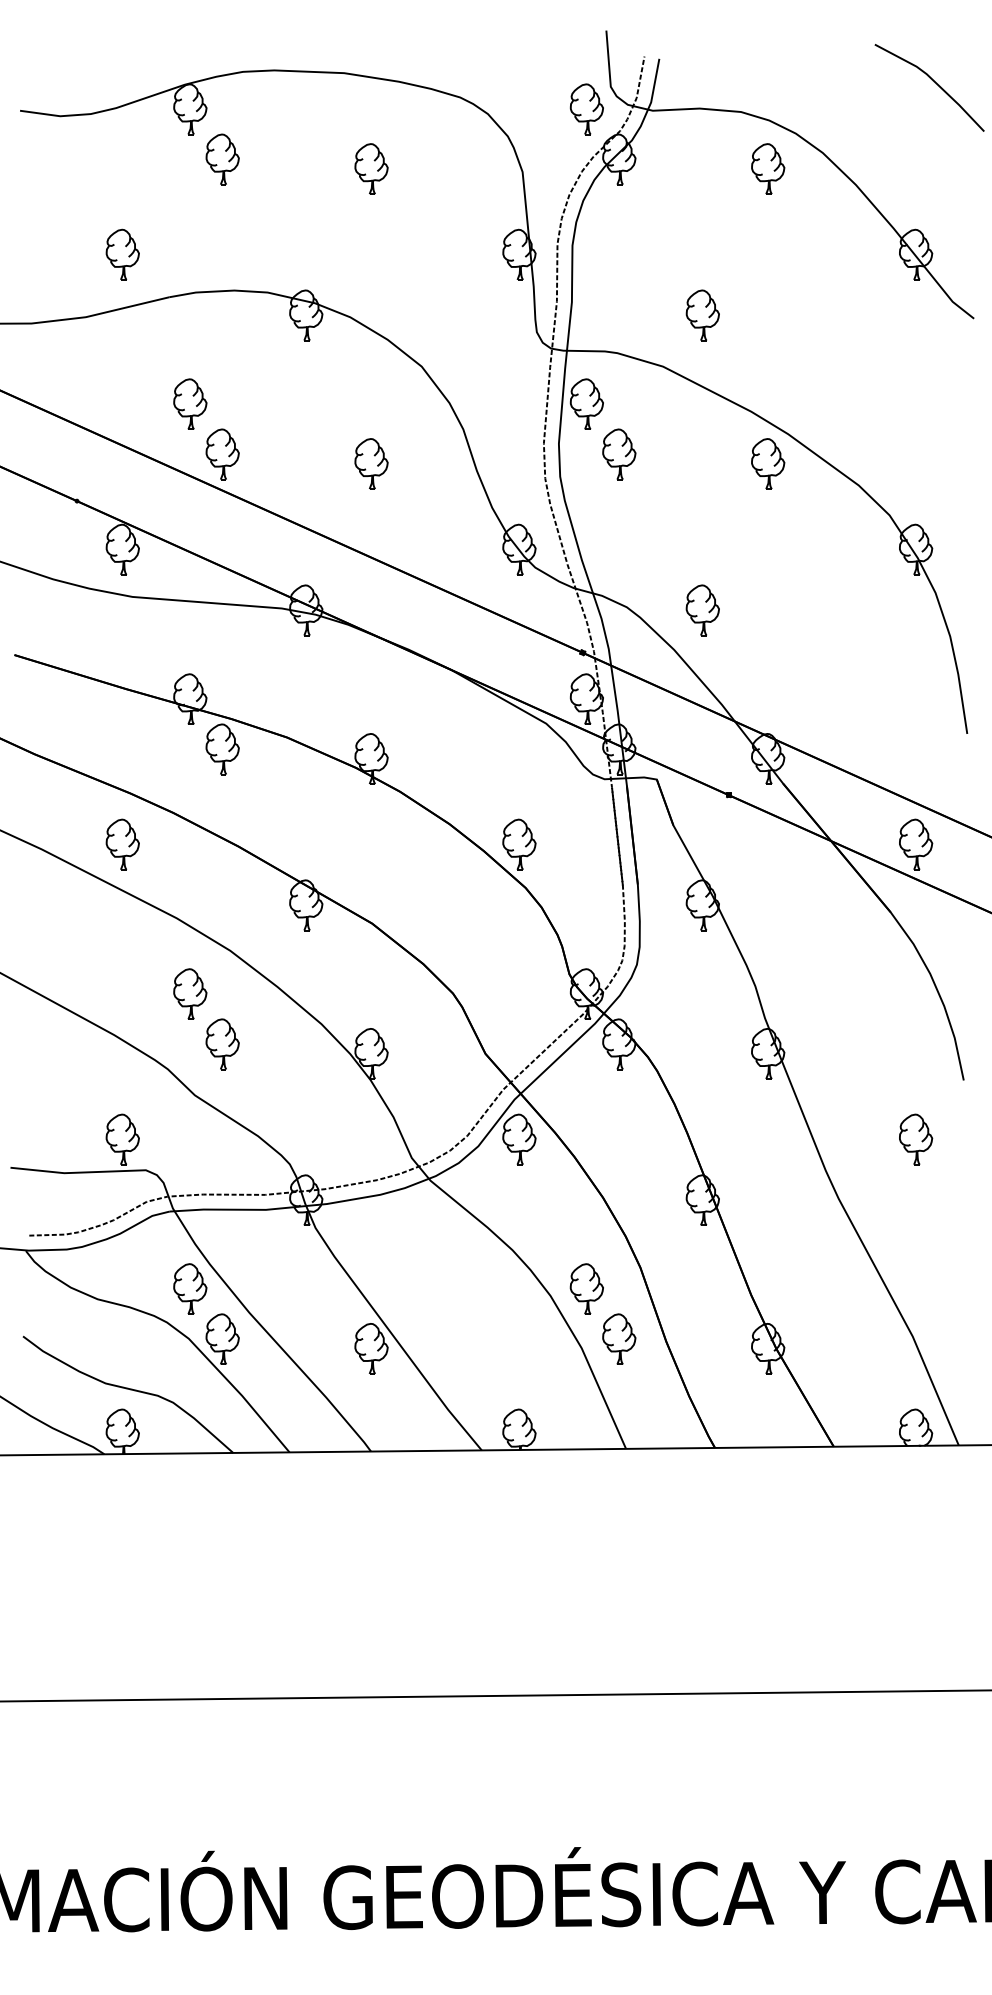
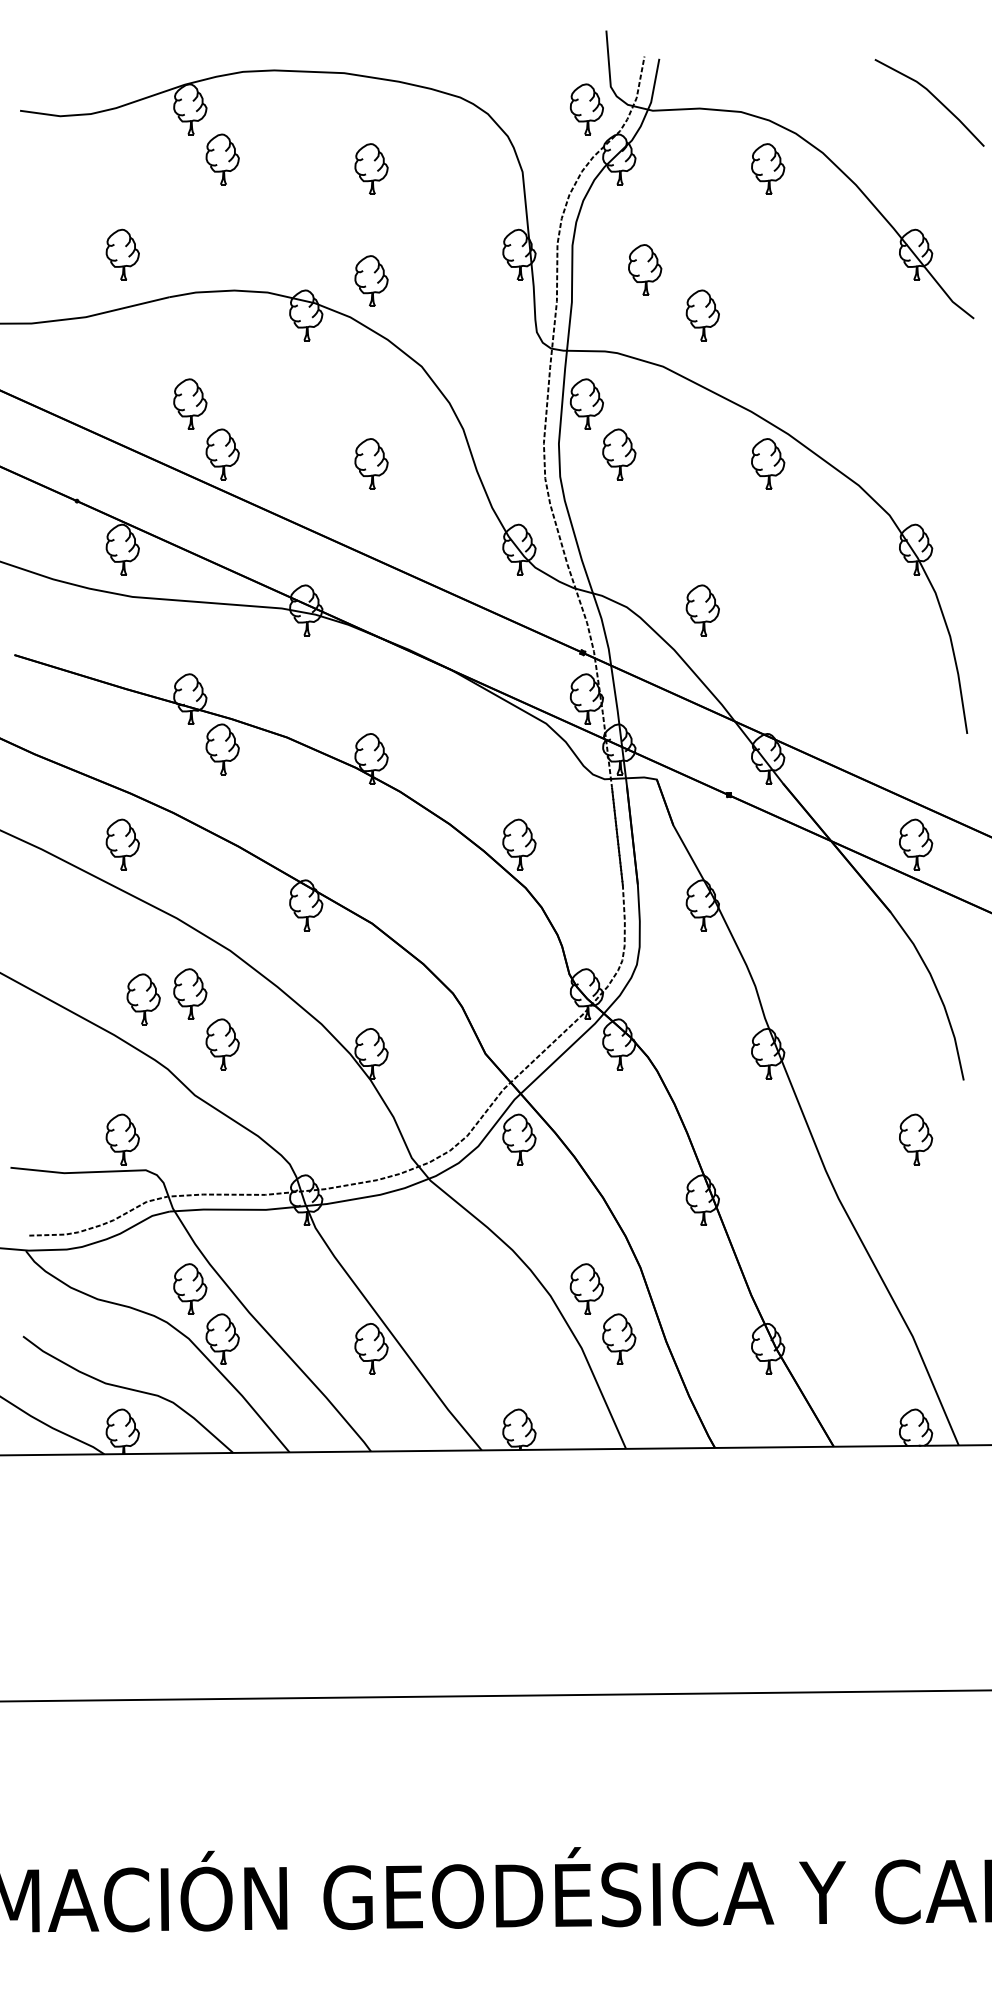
line at (934, 82) position: (934, 82) -> (934, 97)
part at (645, 269): none -> present
part at (371, 280): none -> present
part at (143, 999): none -> present
